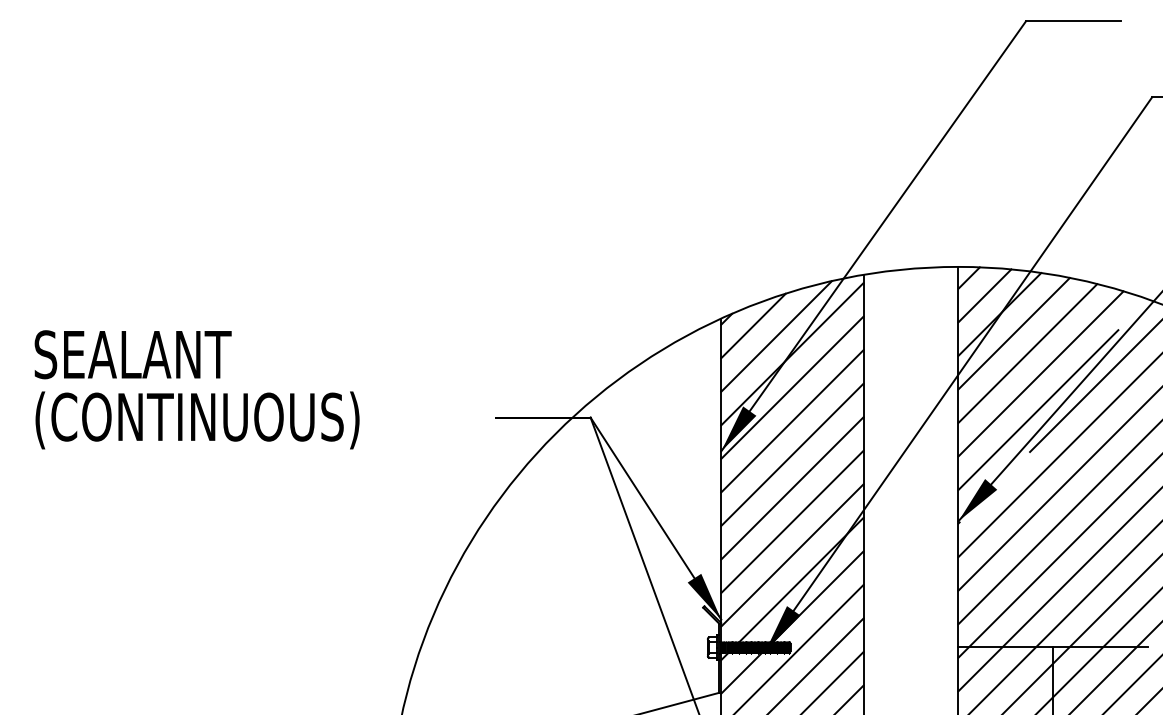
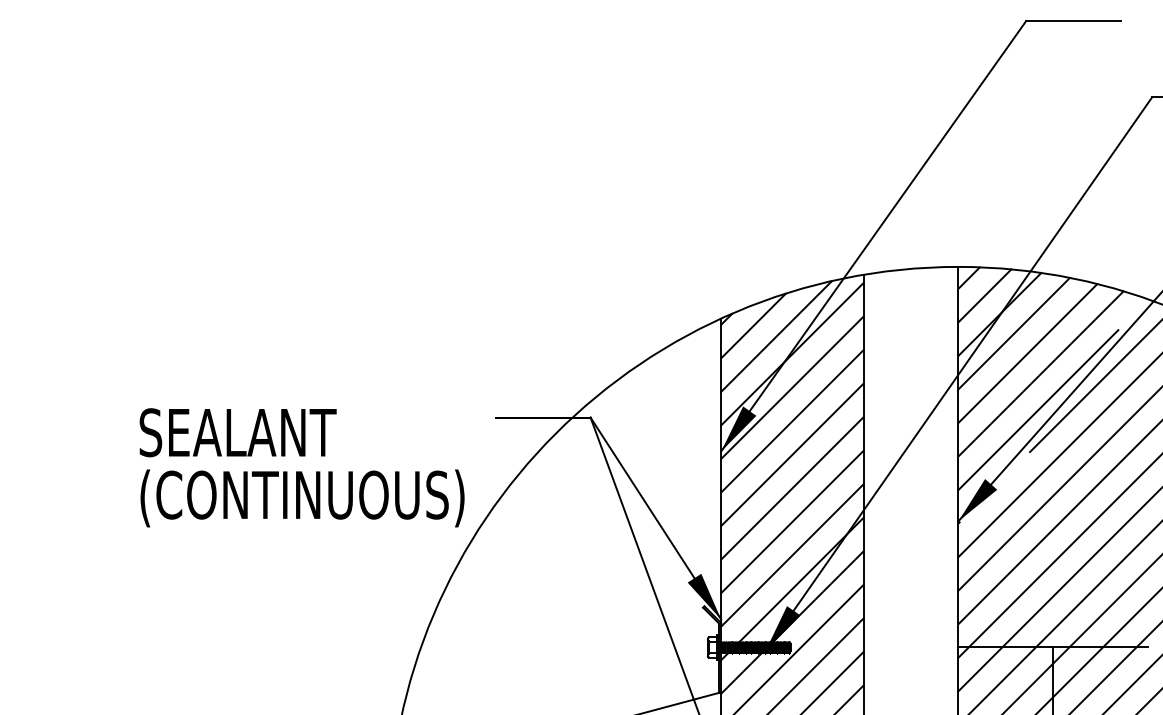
text at (196, 389) position: (196, 389) -> (301, 467)
